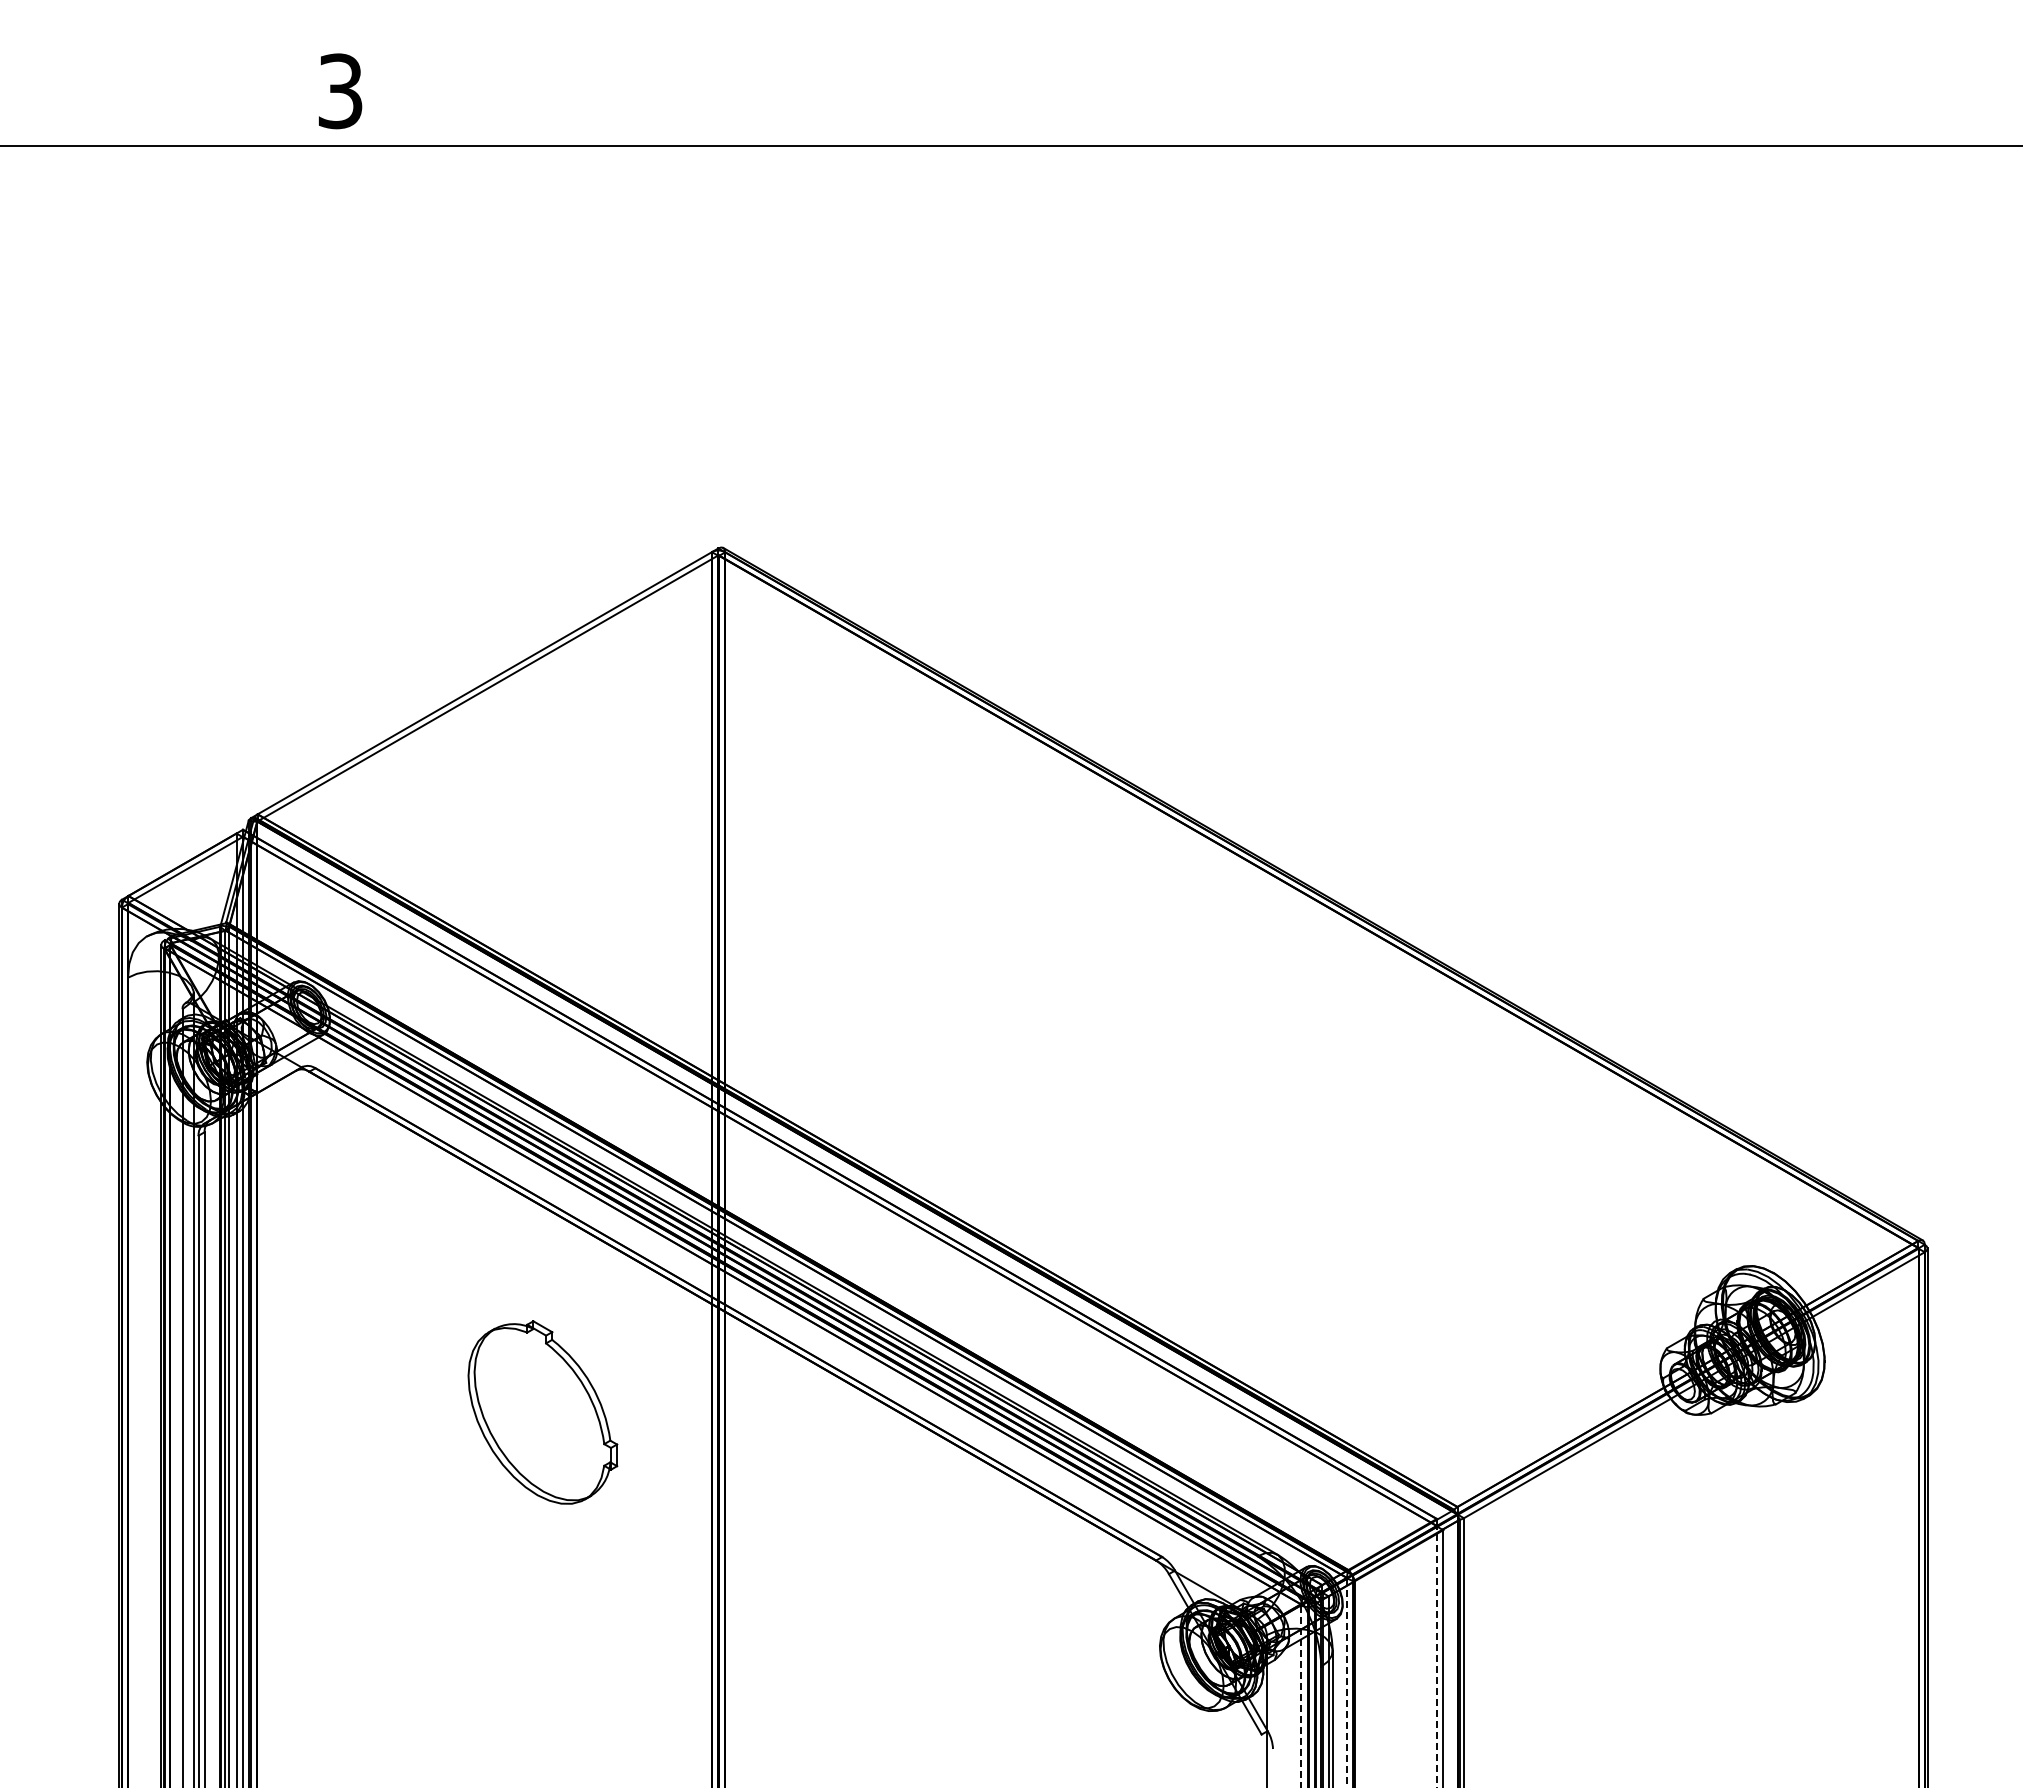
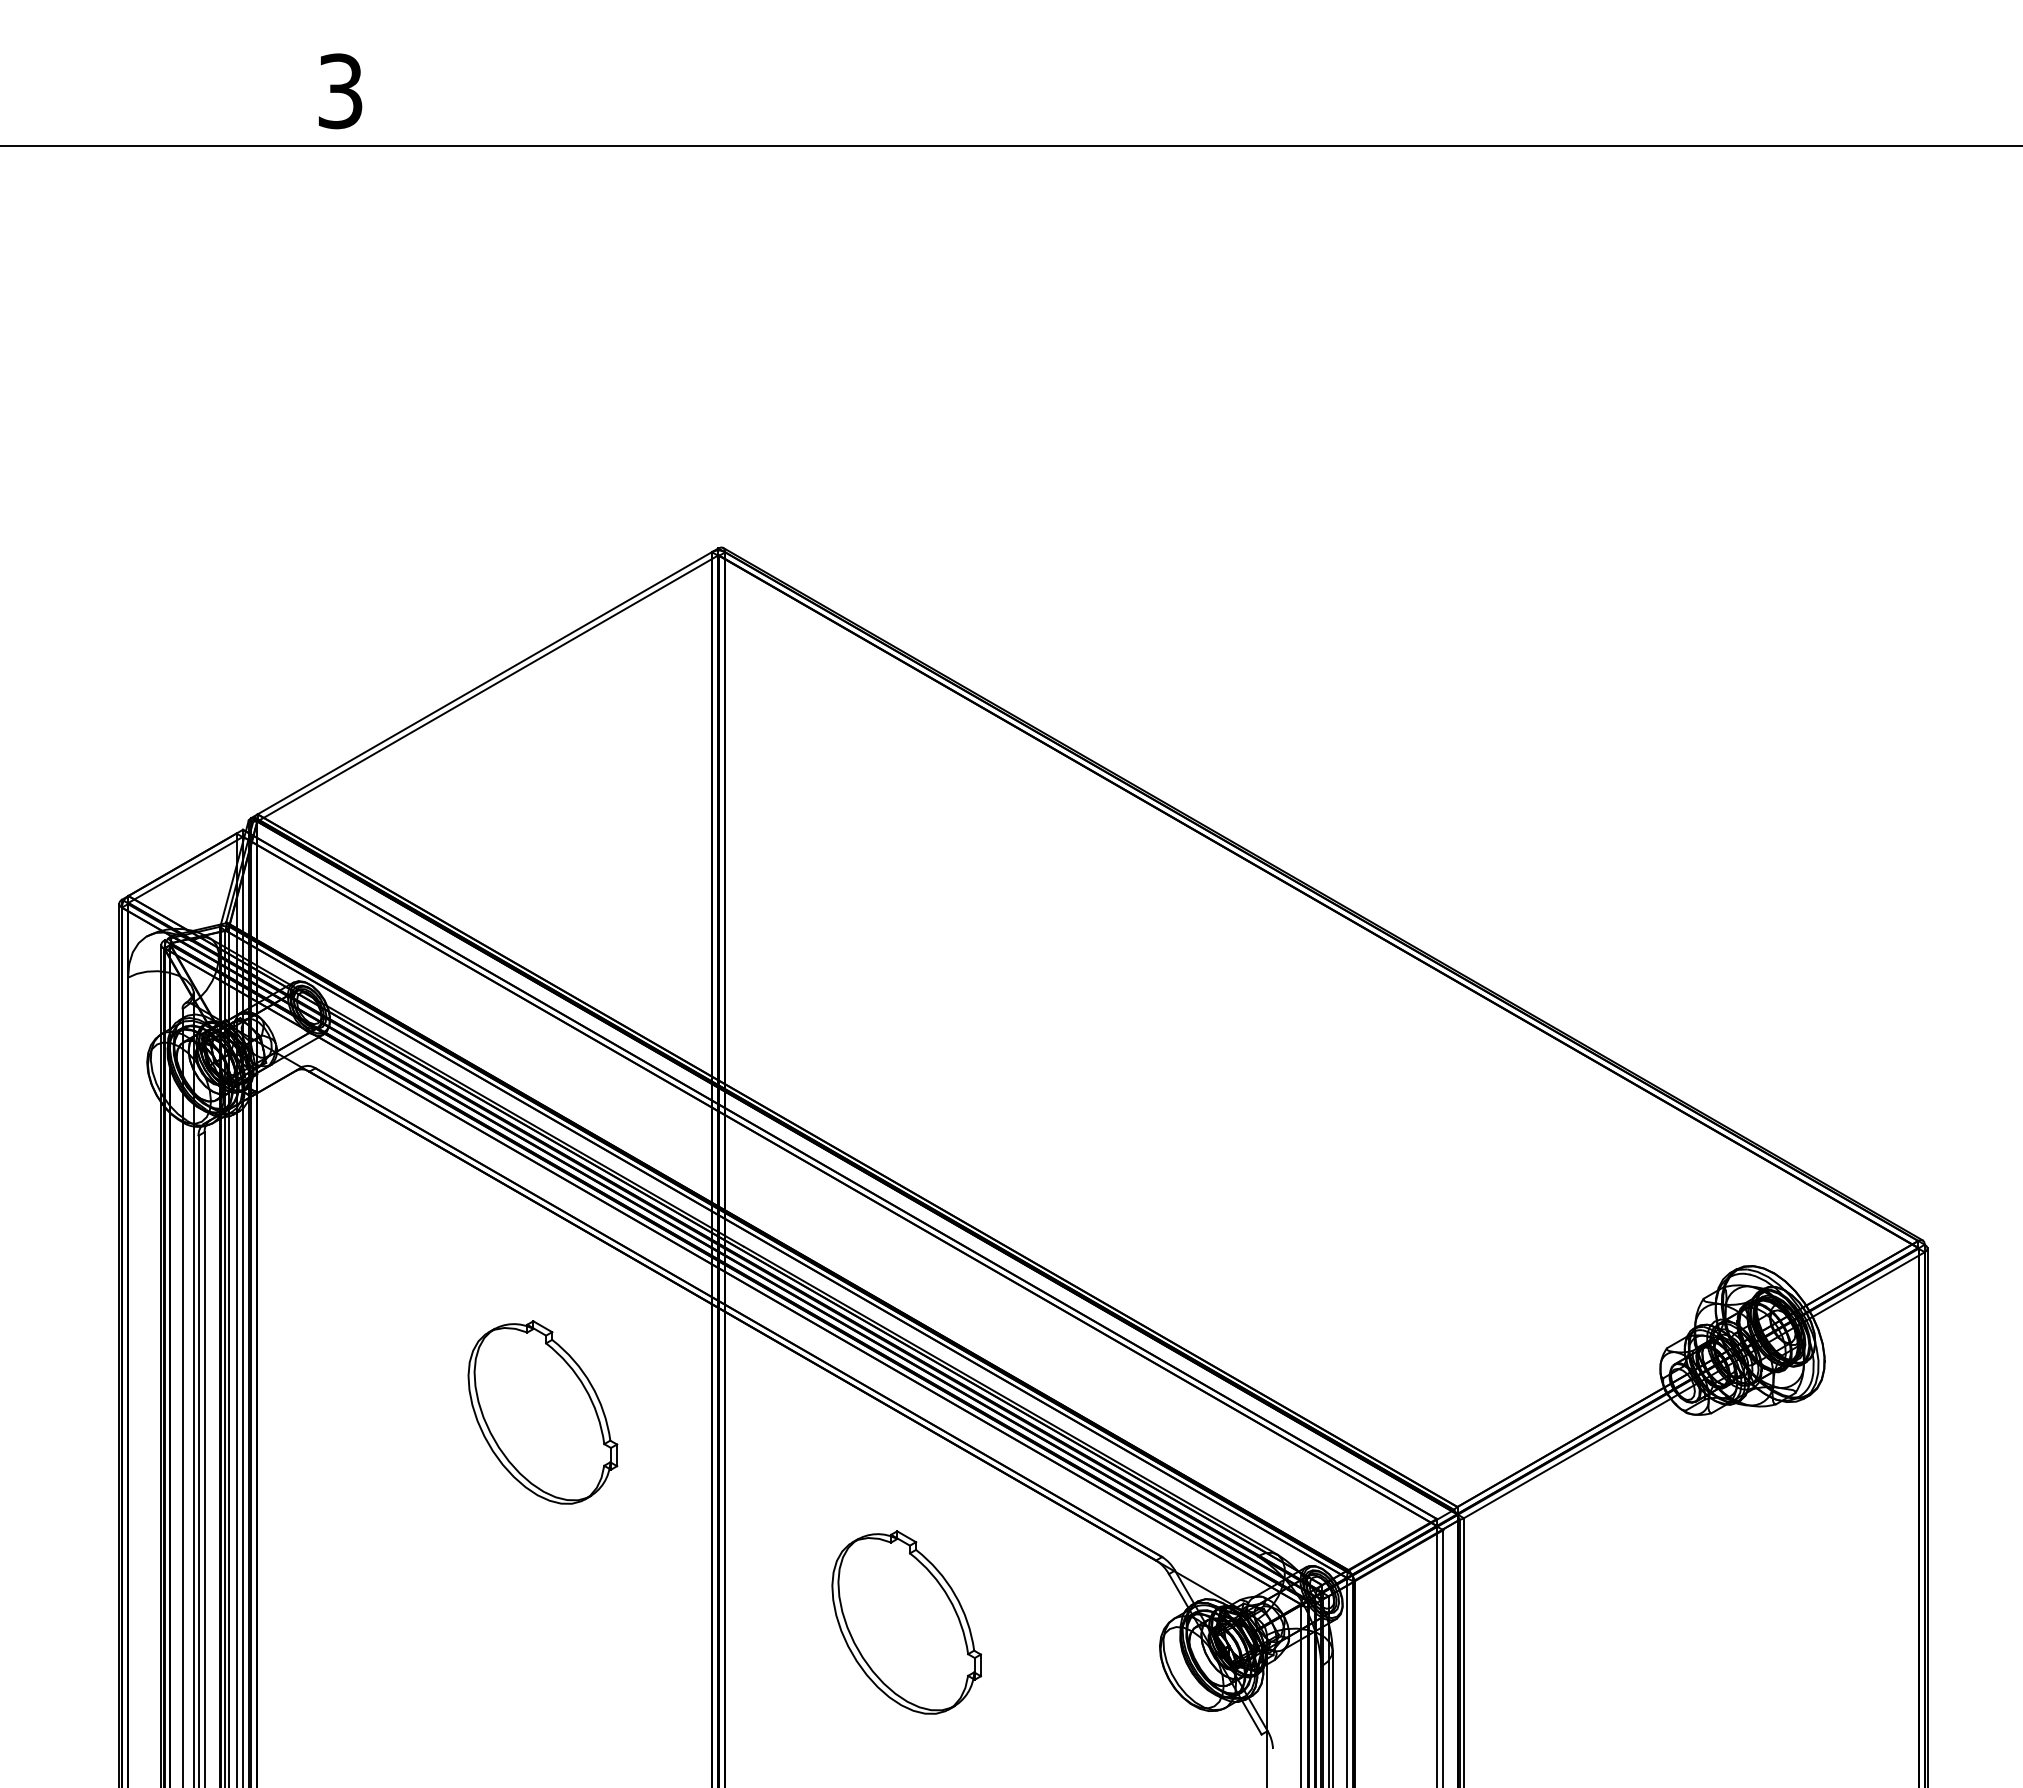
part at (906, 1622): none -> present
line at (1437, 1656): dashed -> solid
line at (1347, 1683): dashed -> solid
line at (1301, 1696): dashed -> solid
